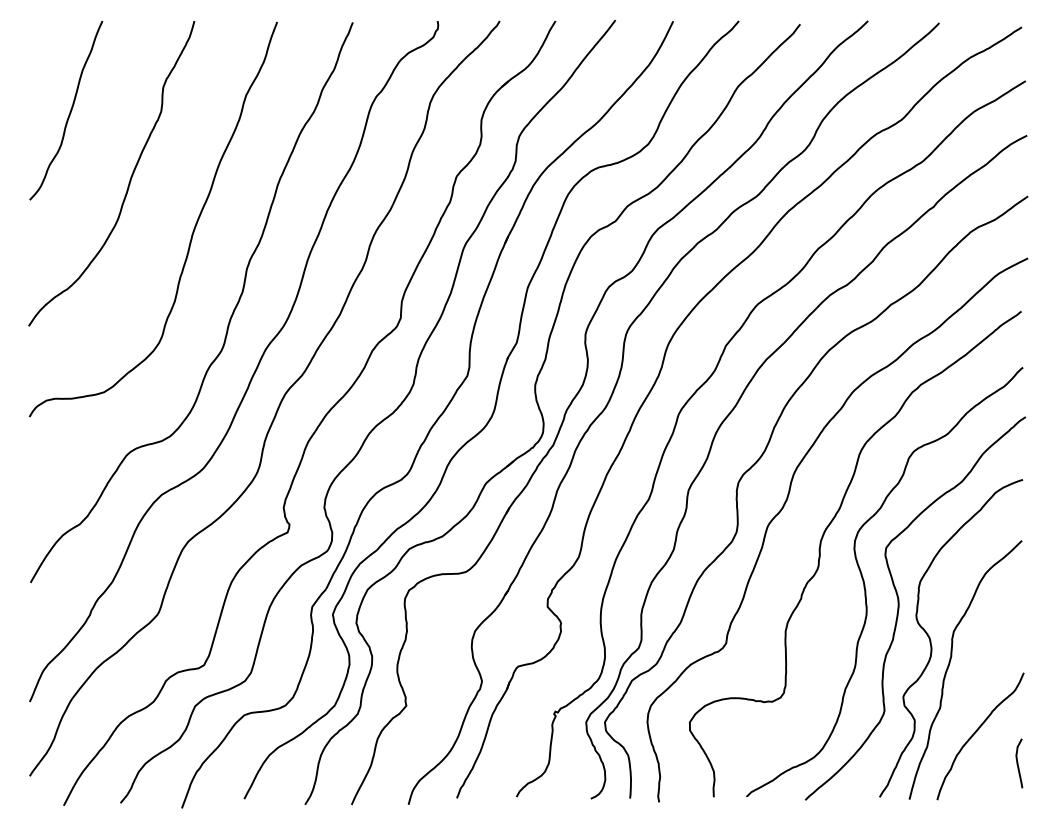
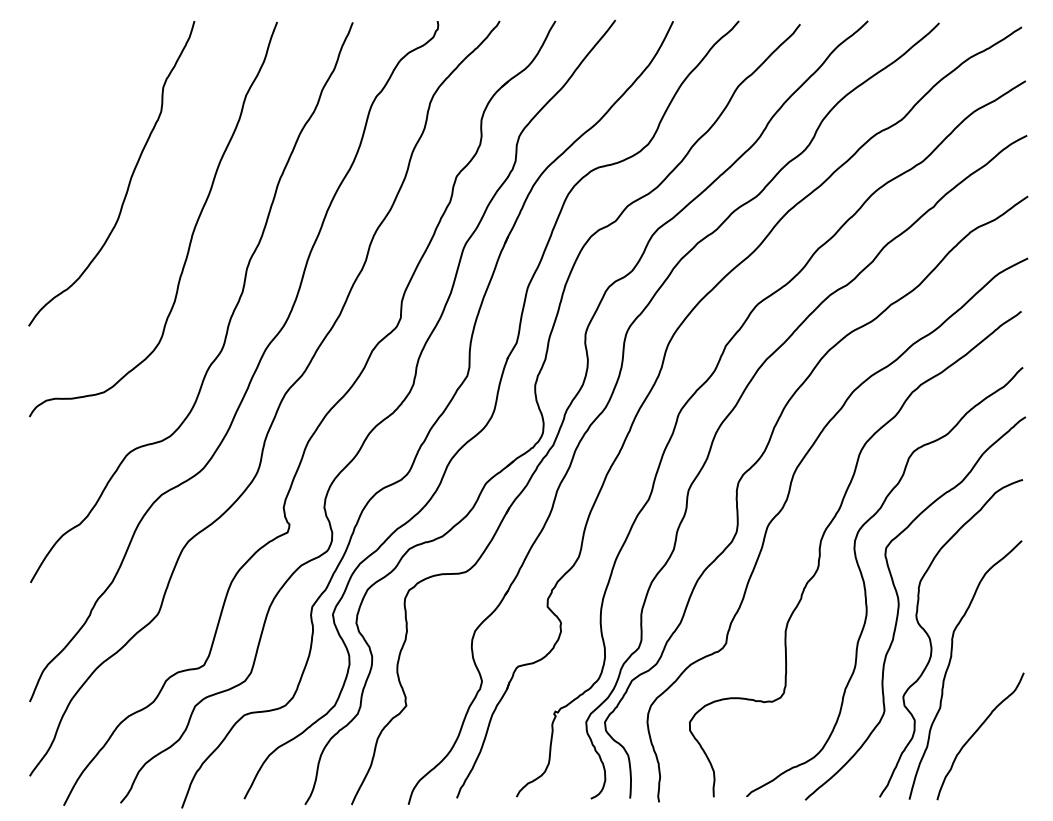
curve at (69, 112): present -> none
curve at (1018, 763): present -> none
